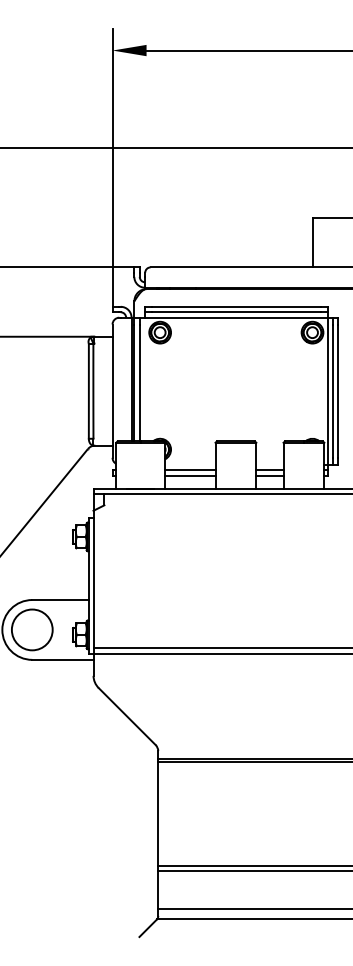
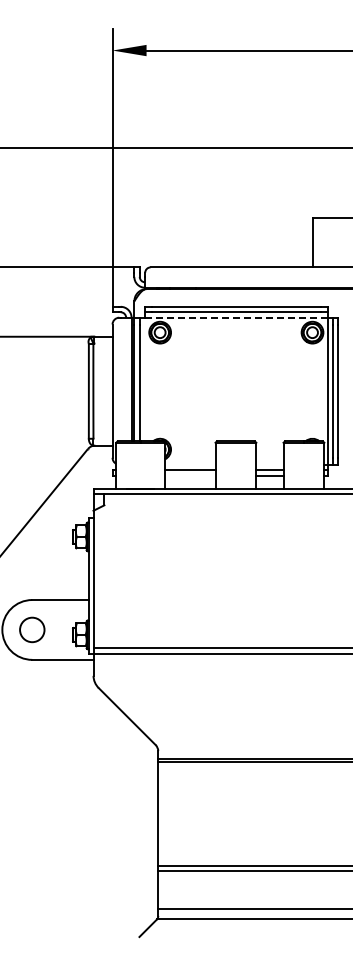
line at (236, 317): solid -> dashed
line at (190, 475): present -> none
circle at (31, 629) diameter: 41 px -> 24 px
